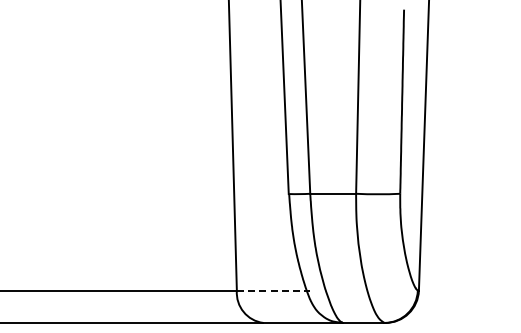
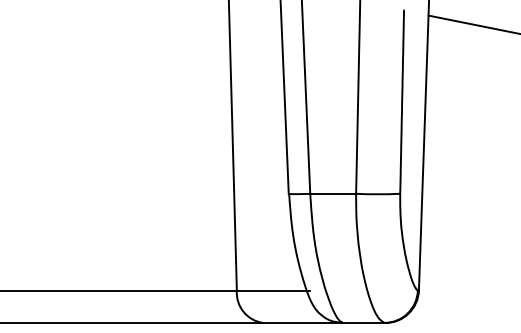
line at (472, 24): none -> present
line at (273, 290): dashed -> solid
